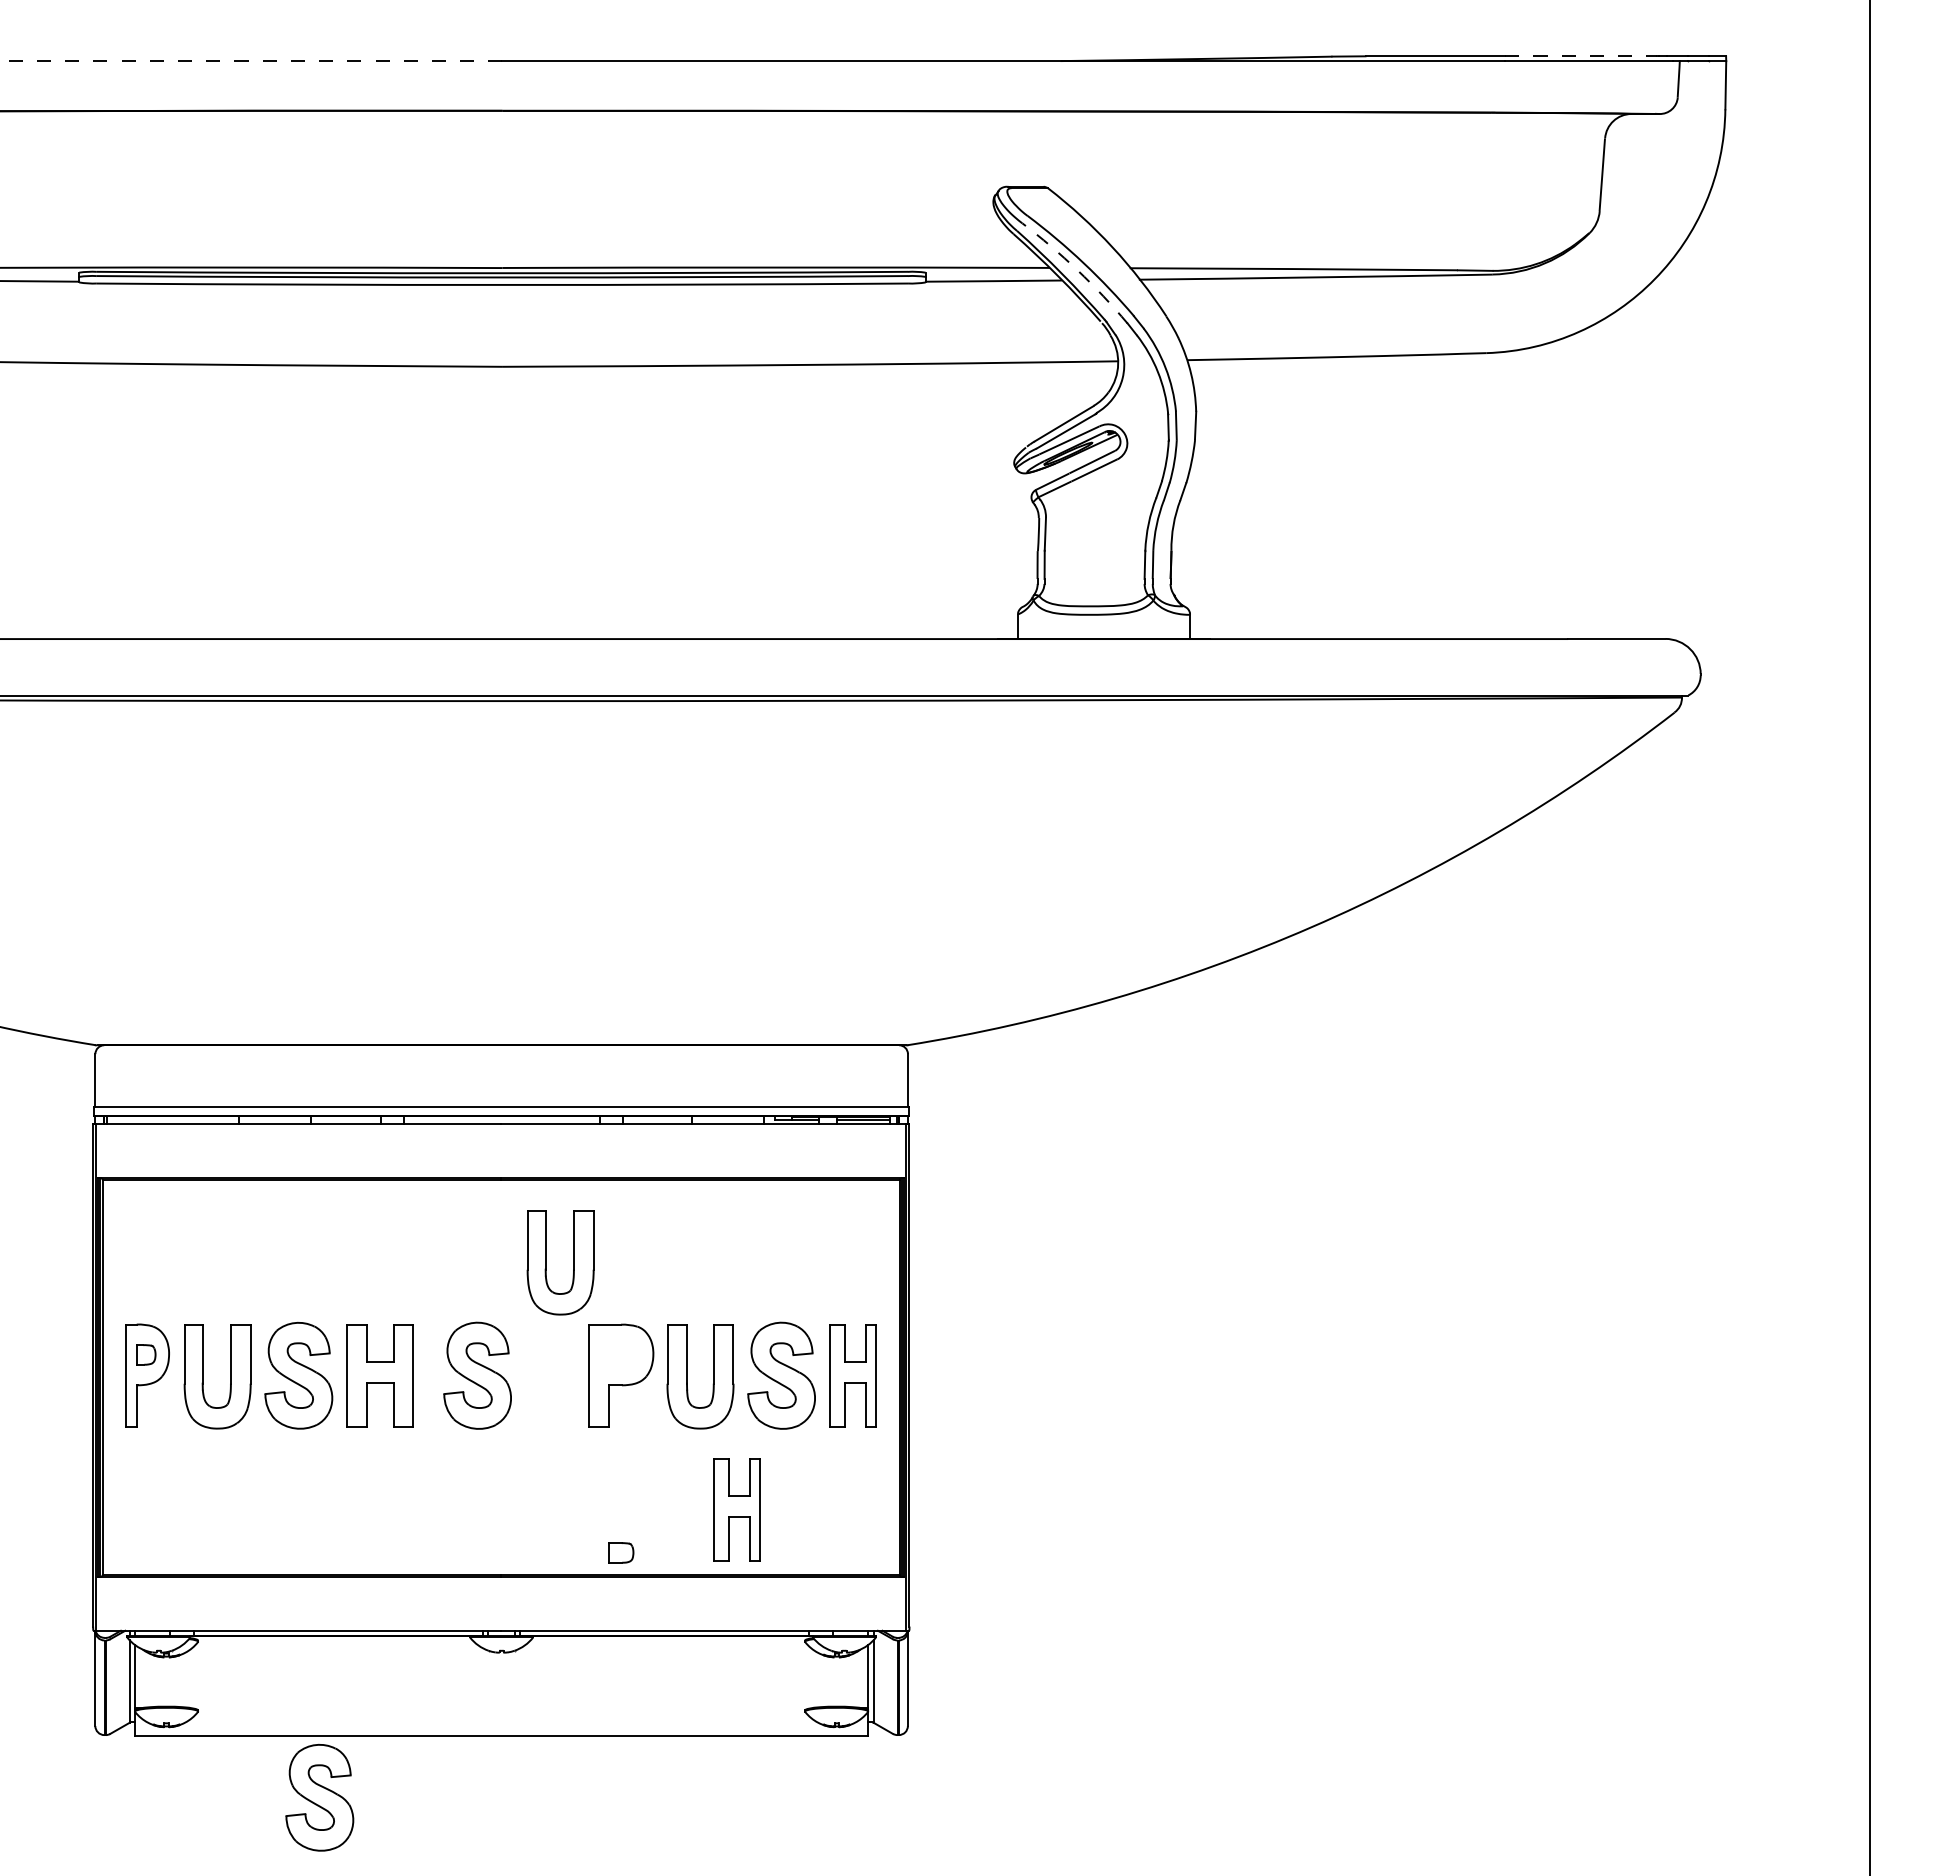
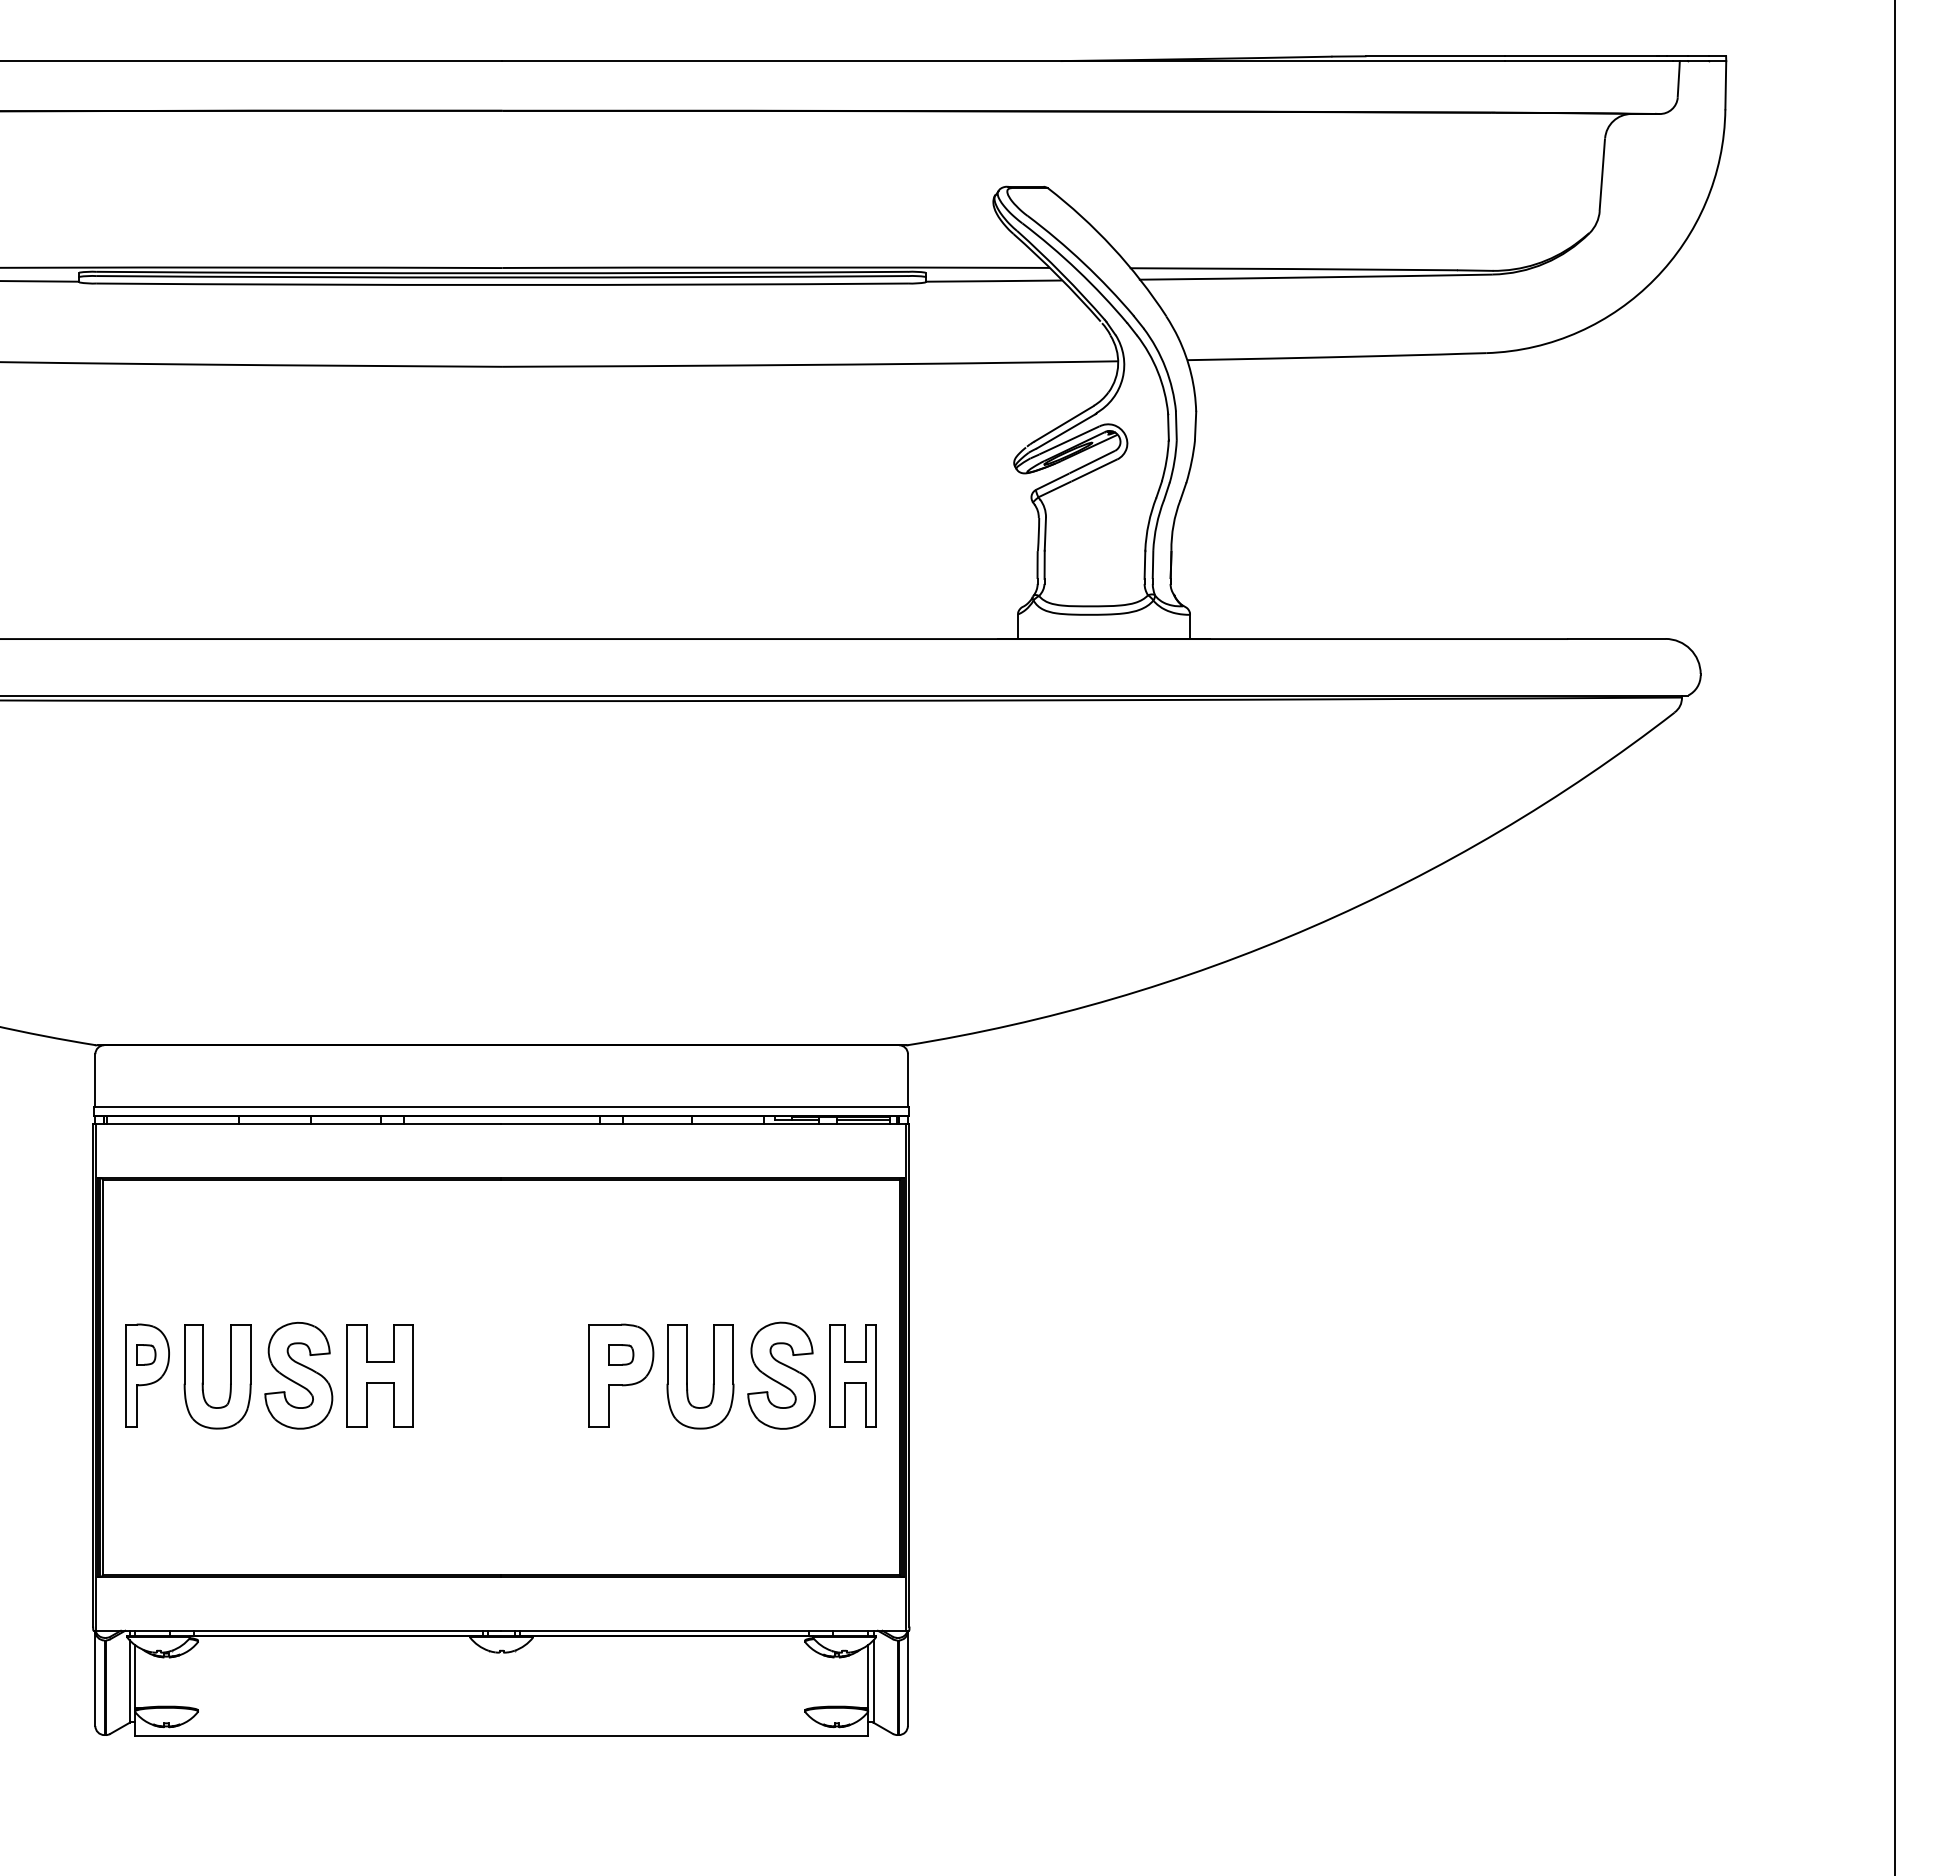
line at (1580, 56): dashed -> solid
line at (251, 61): dashed -> solid
arc at (1077, 270): dashed -> solid
line at (1870, 937) position: (1870, 937) -> (1895, 937)
part at (573, 1262): present -> none
part at (477, 1375): present -> none
part at (736, 1509): present -> none
part at (621, 1552) position: (621, 1552) -> (621, 1354)
part at (319, 1797): present -> none
